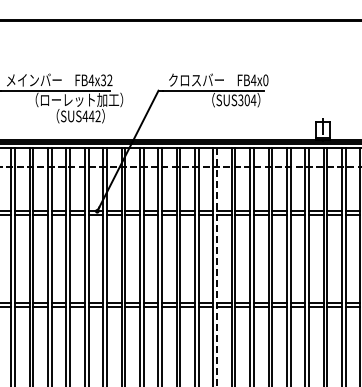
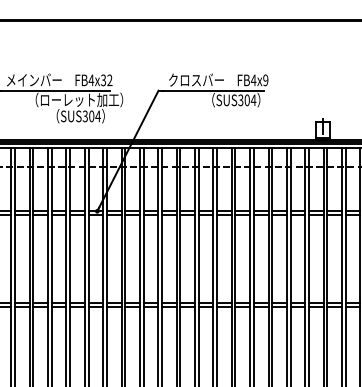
text at (265, 80): FB4x0 -> FB4x9
text at (91, 116): SUS442 -> SUS304
line at (217, 267): dashed -> solid
